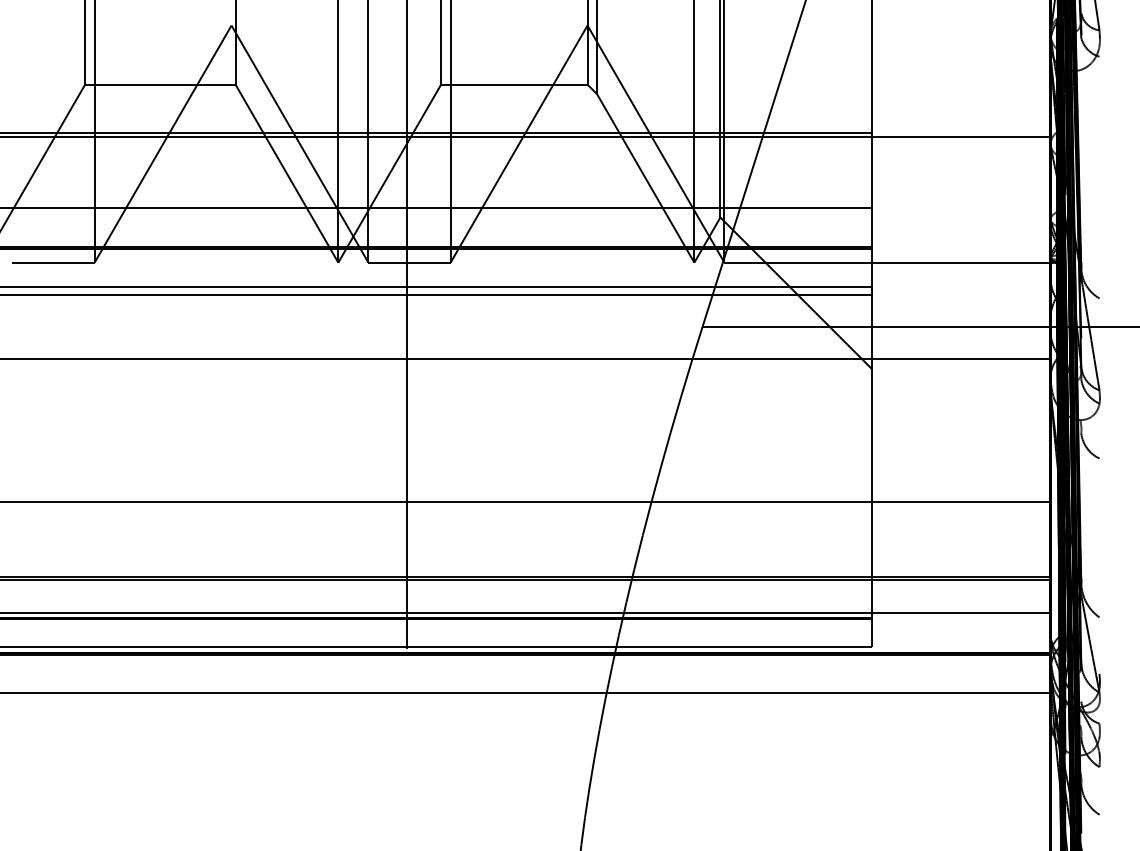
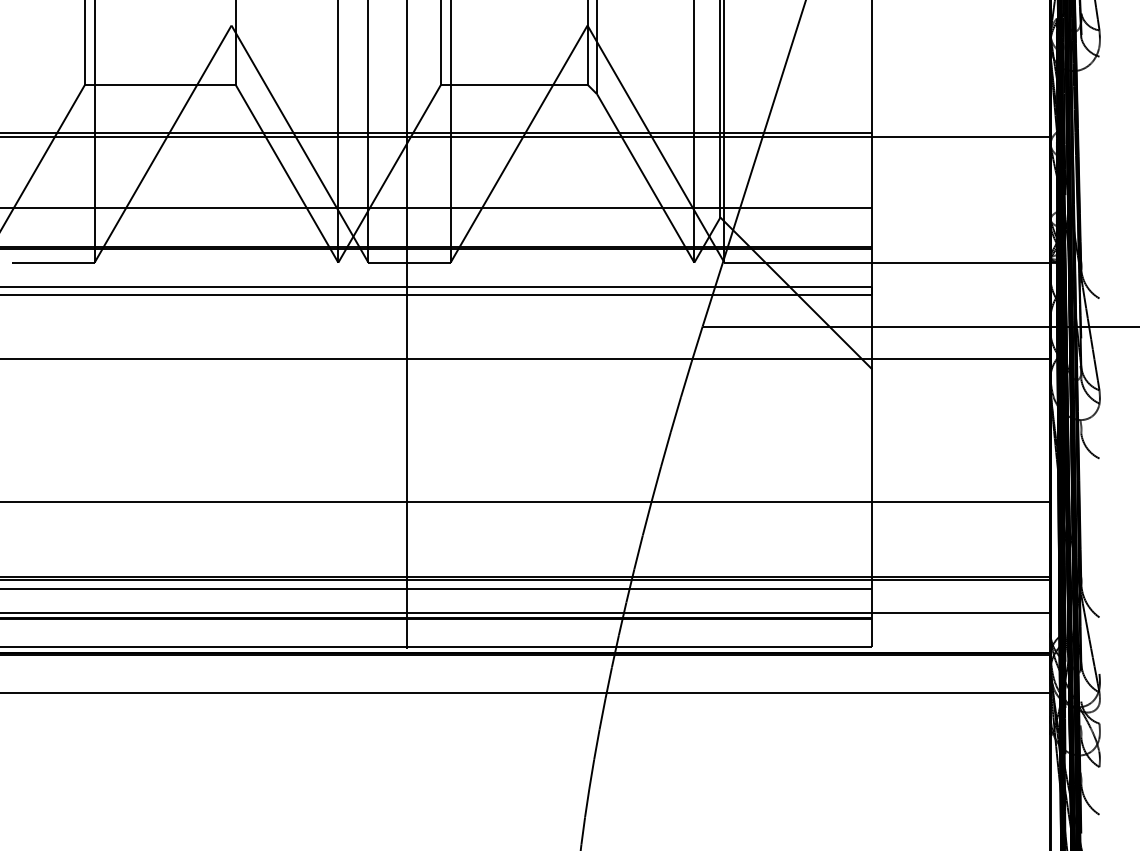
line at (437, 588): none -> present
